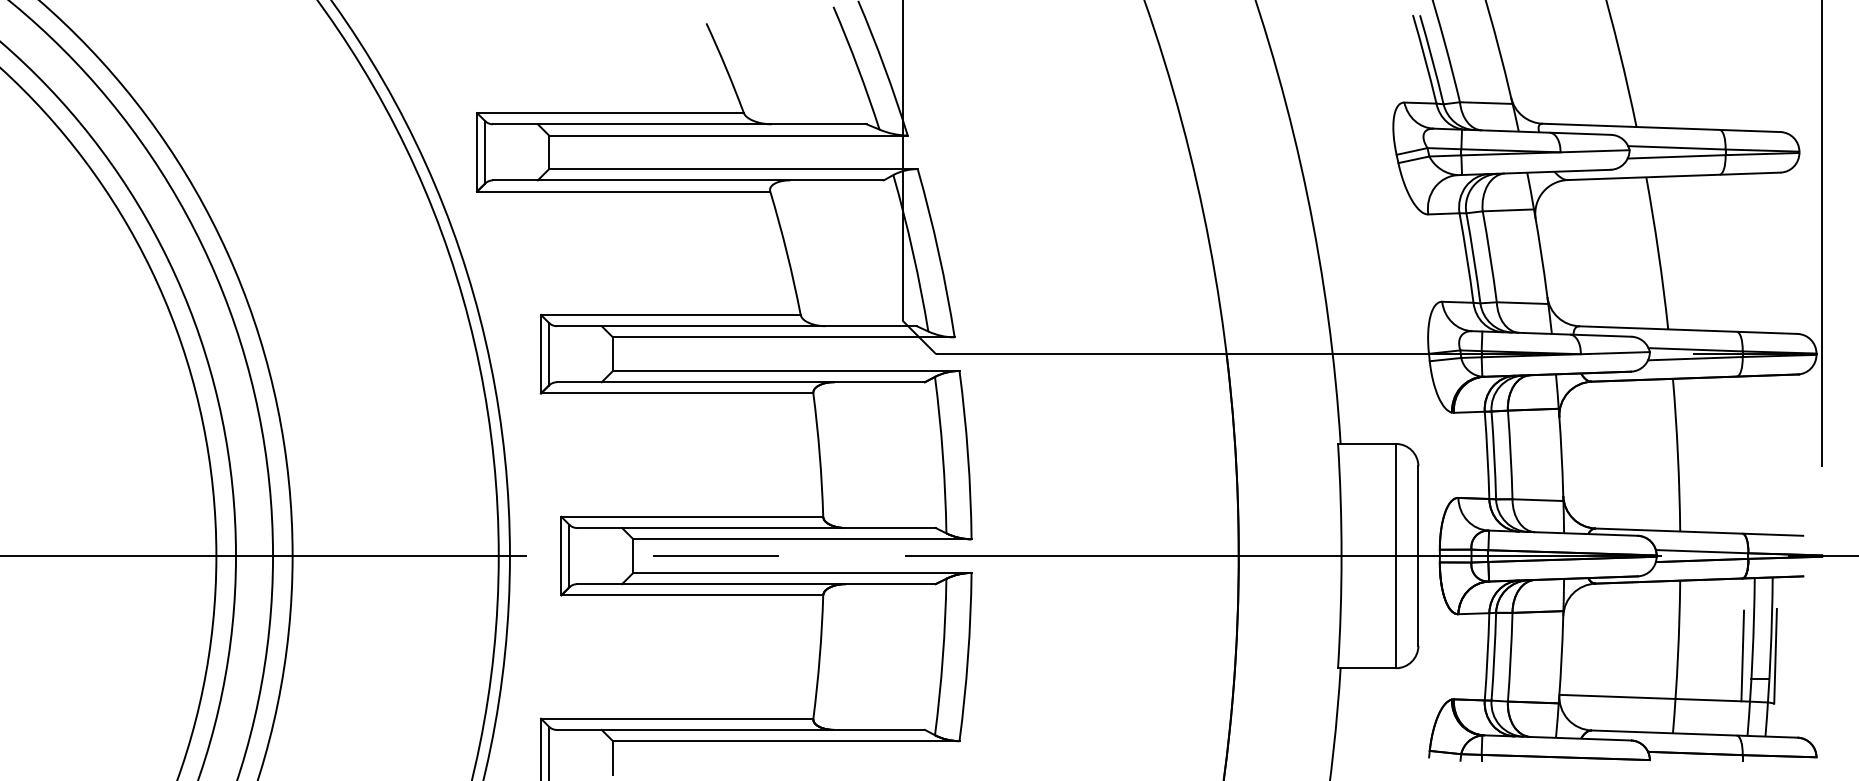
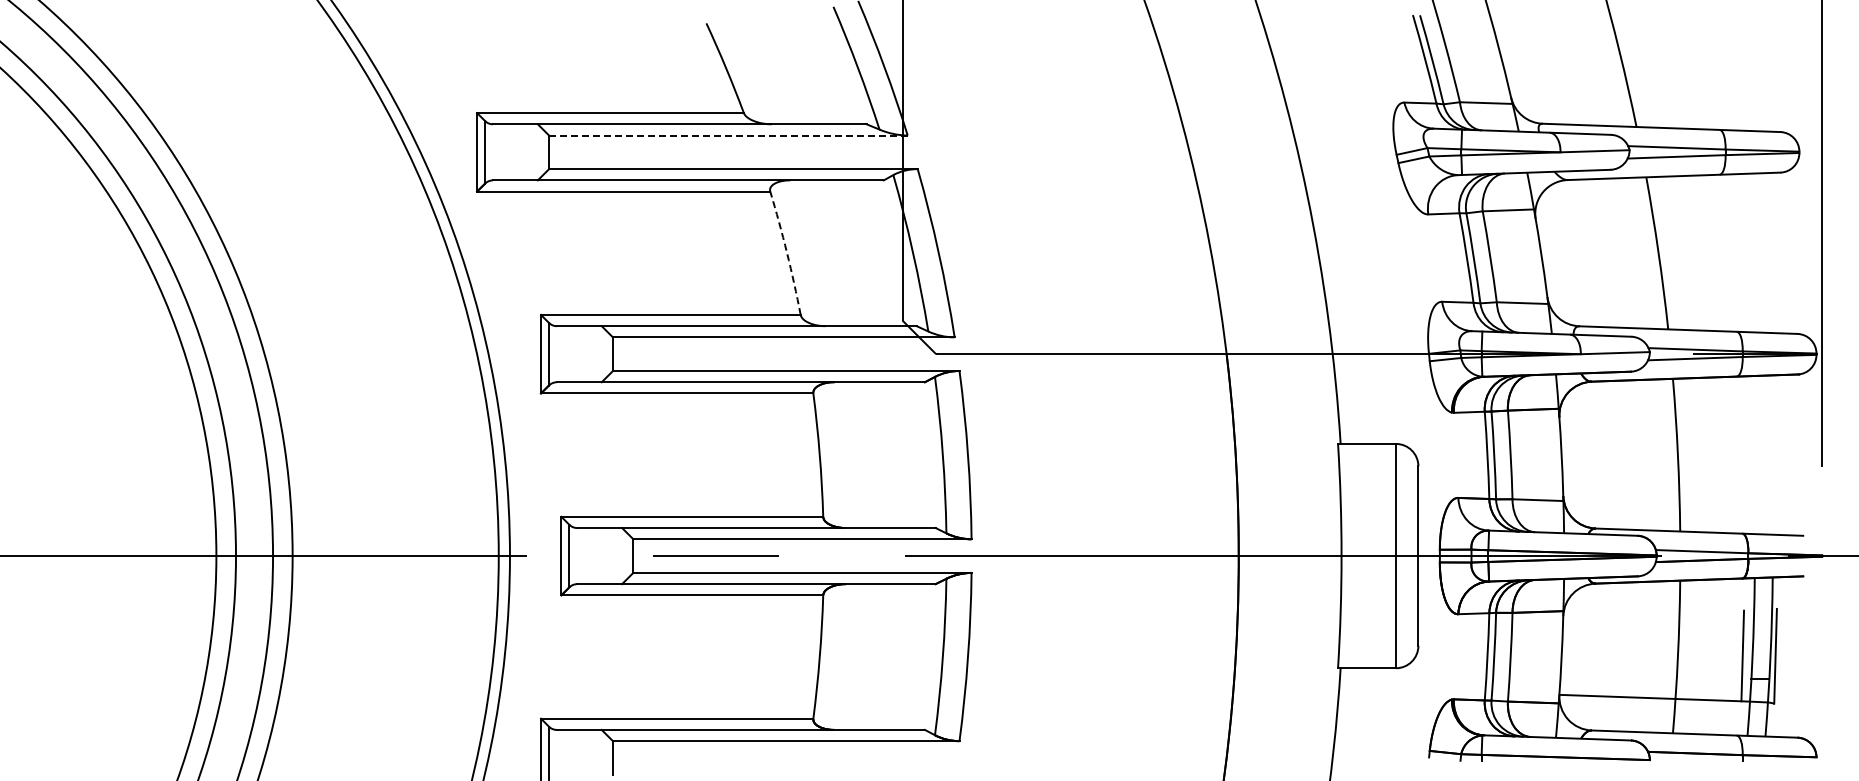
line at (727, 135): solid -> dashed
arc at (787, 252): solid -> dashed
